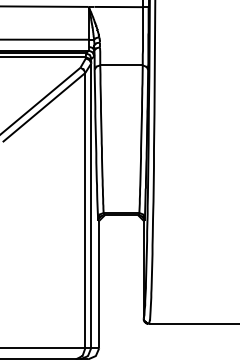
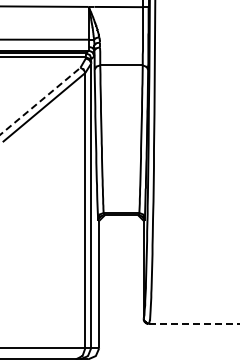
line at (40, 101): solid -> dashed
line at (194, 323): solid -> dashed
